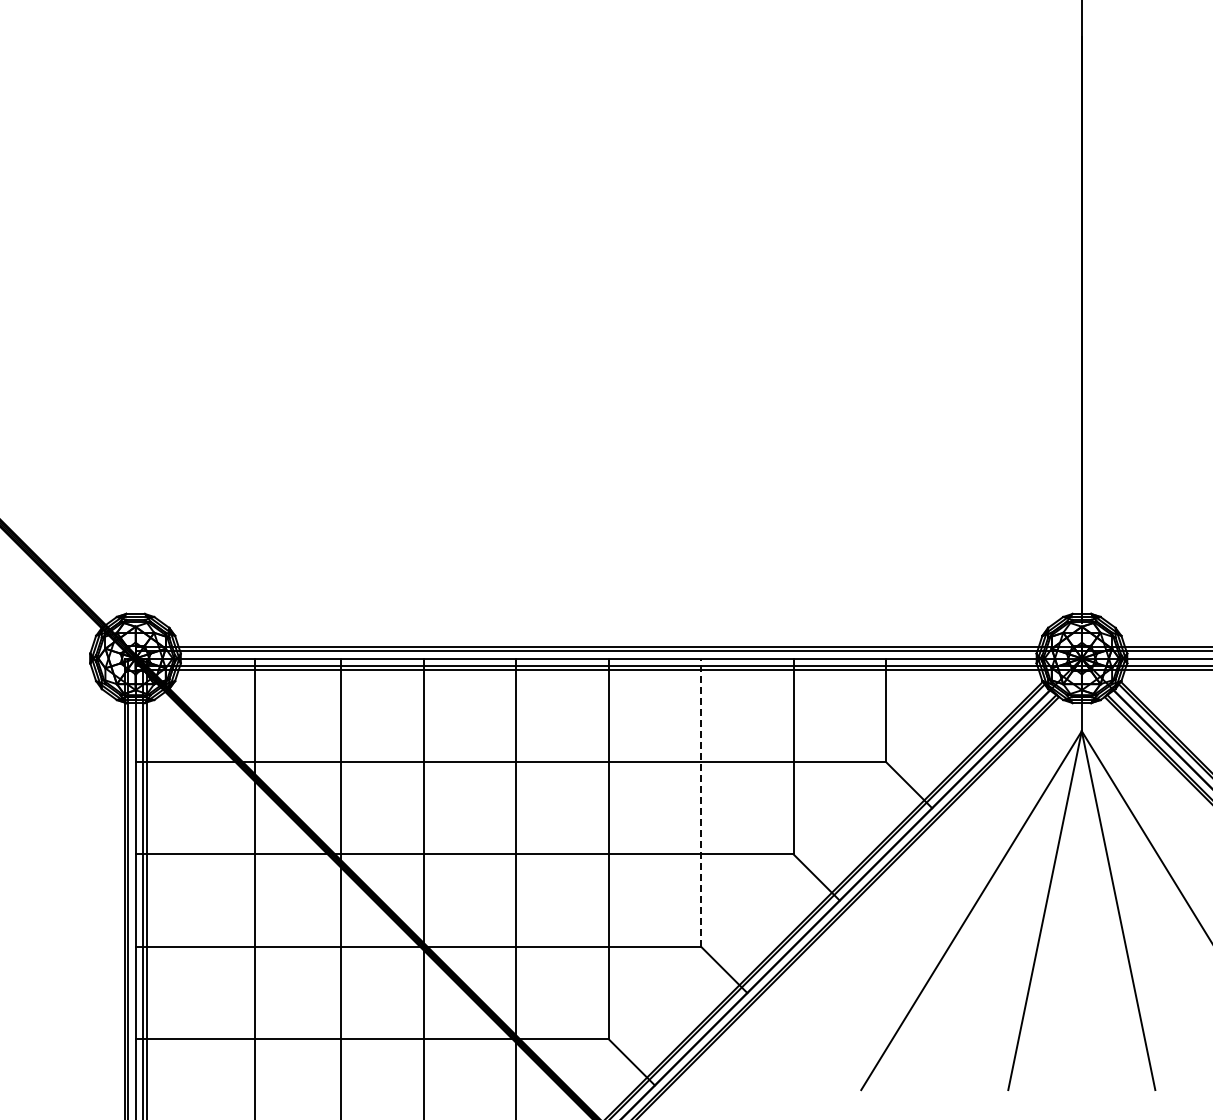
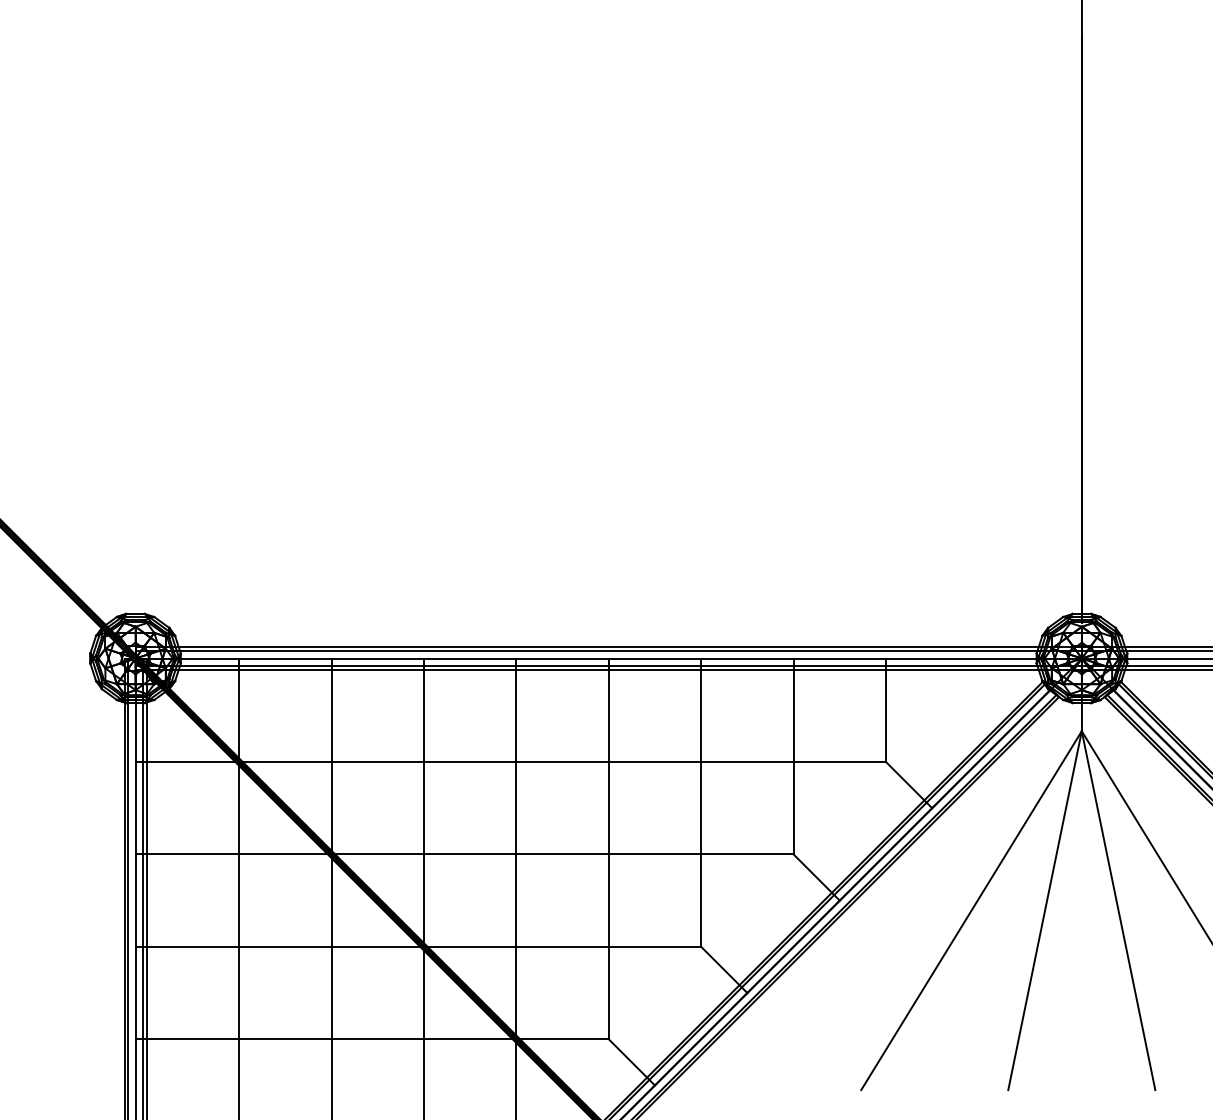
line at (701, 802): dashed -> solid
line at (255, 887) position: (255, 887) -> (239, 887)
line at (340, 887) position: (340, 887) -> (331, 887)
